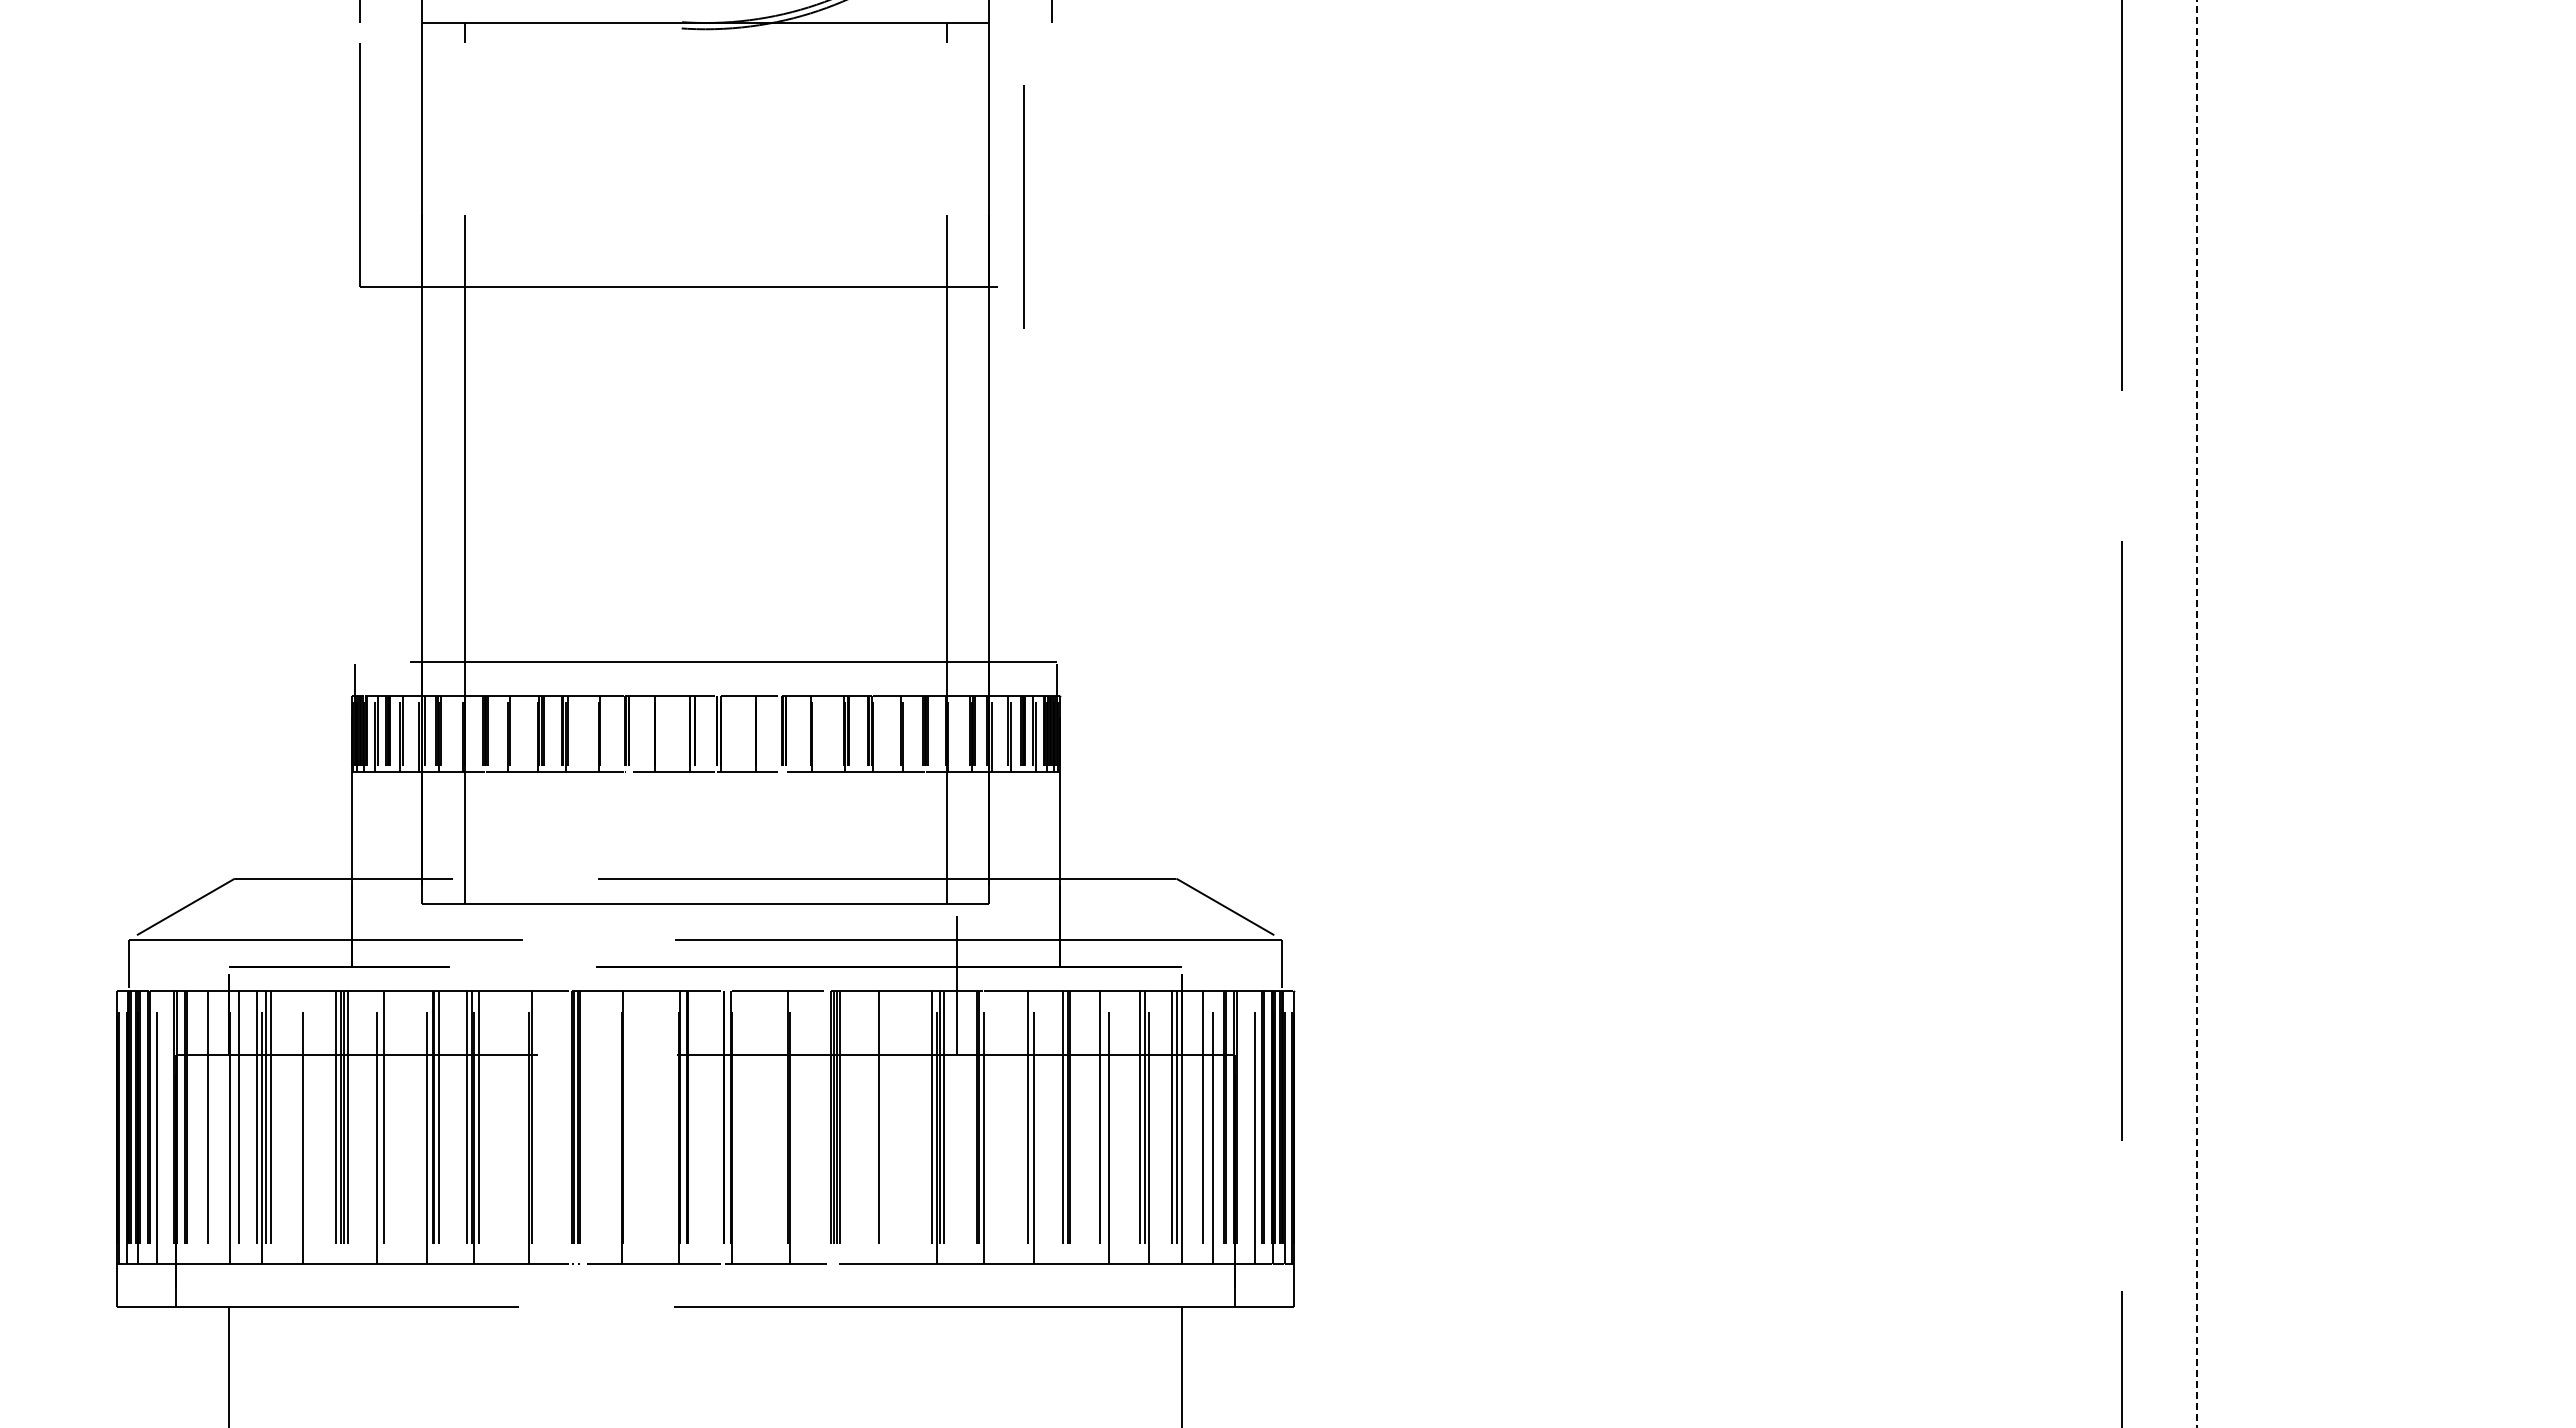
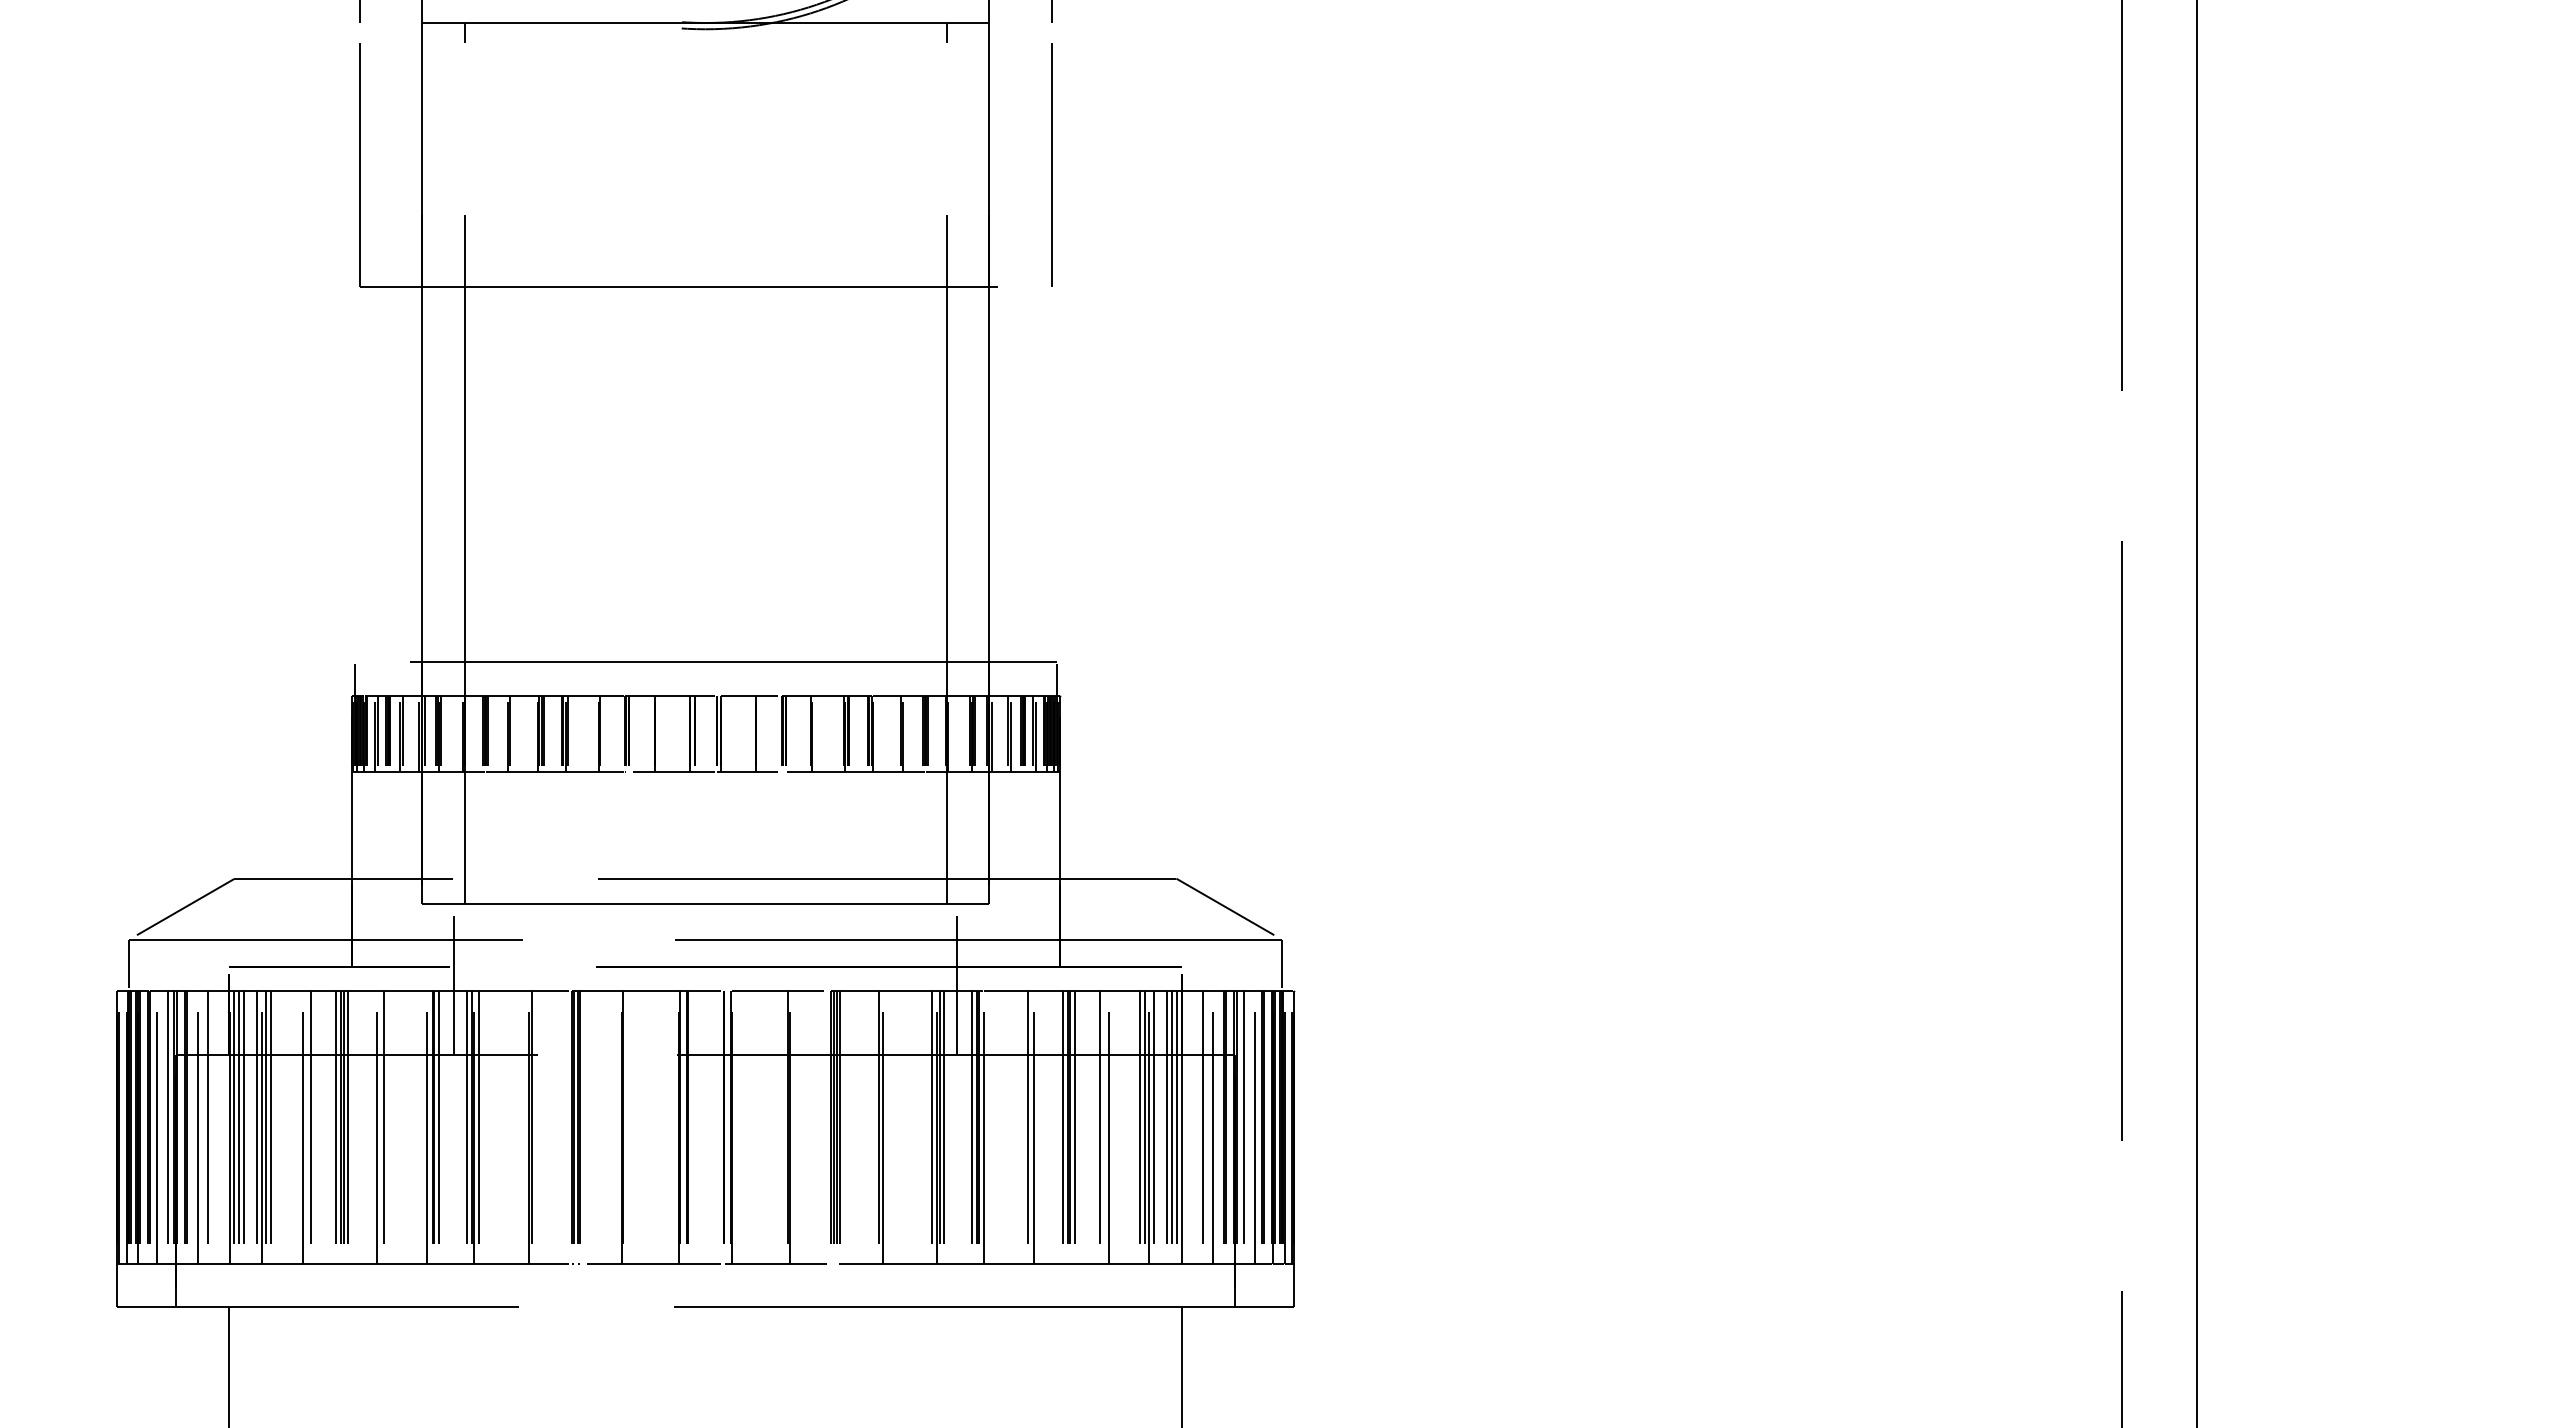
line at (1023, 206) position: (1023, 206) -> (1051, 164)
line at (2197, 714): dashed -> solid
line at (453, 979): none -> present
line at (167, 1127): none -> present
line at (197, 1127): none -> present
line at (234, 1127): none -> present
line at (243, 1127): none -> present
line at (310, 1127): none -> present
line at (882, 1127): none -> present
line at (971, 1127): none -> present
line at (1074, 1127): none -> present
line at (1154, 1127): none -> present
line at (1167, 1127): none -> present
line at (1243, 1127): none -> present
